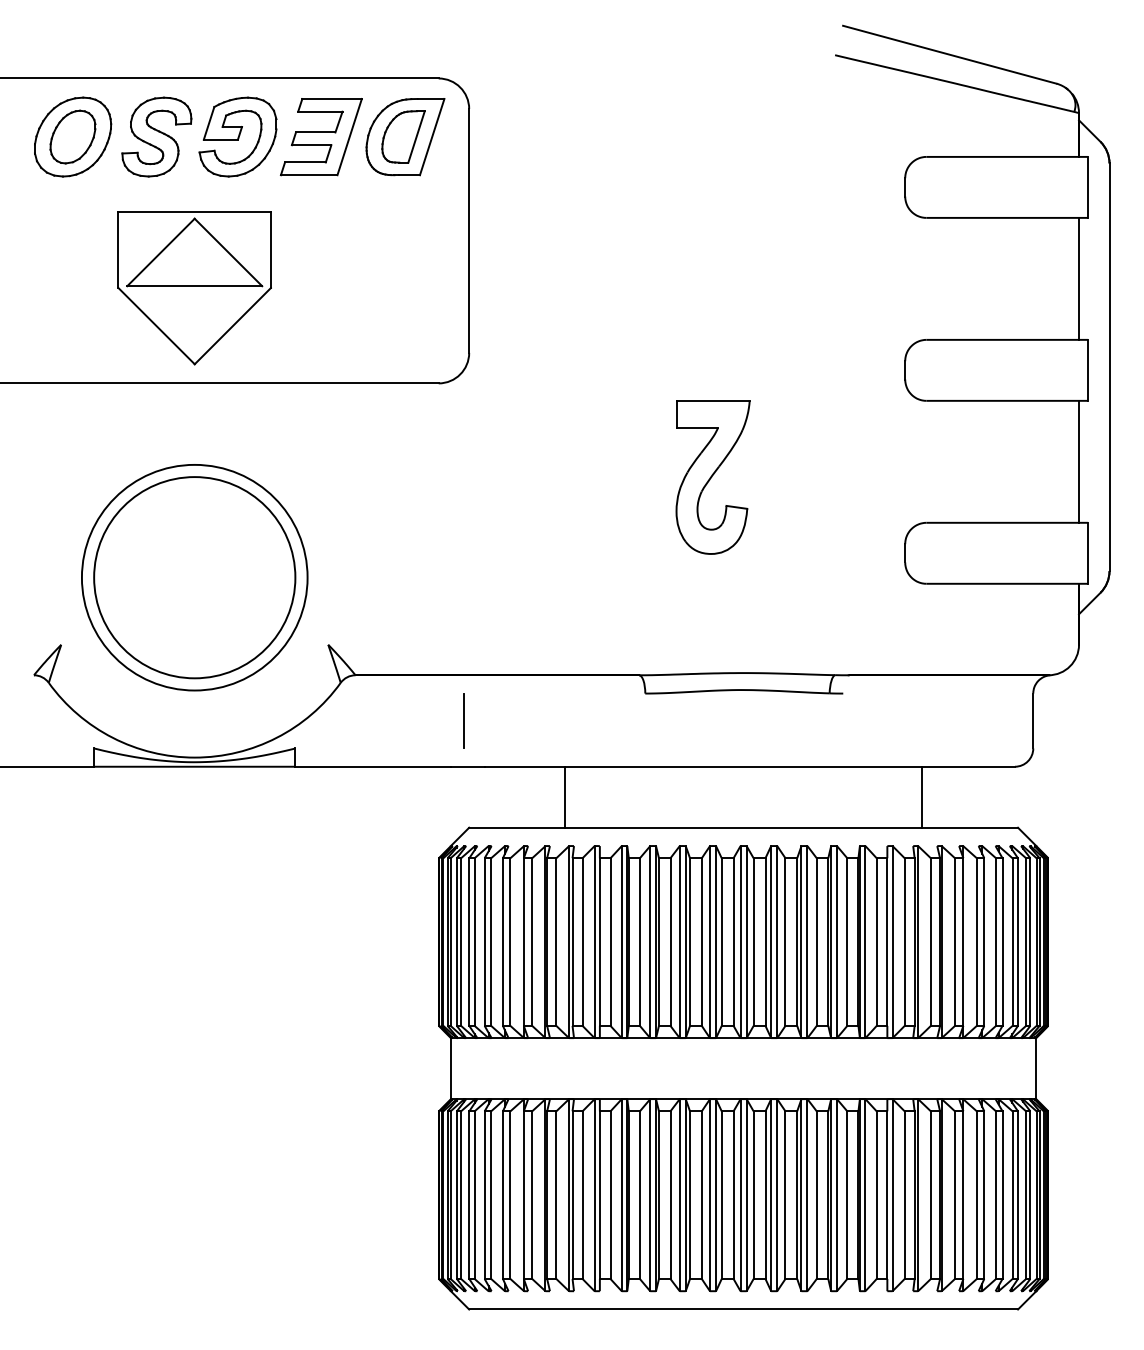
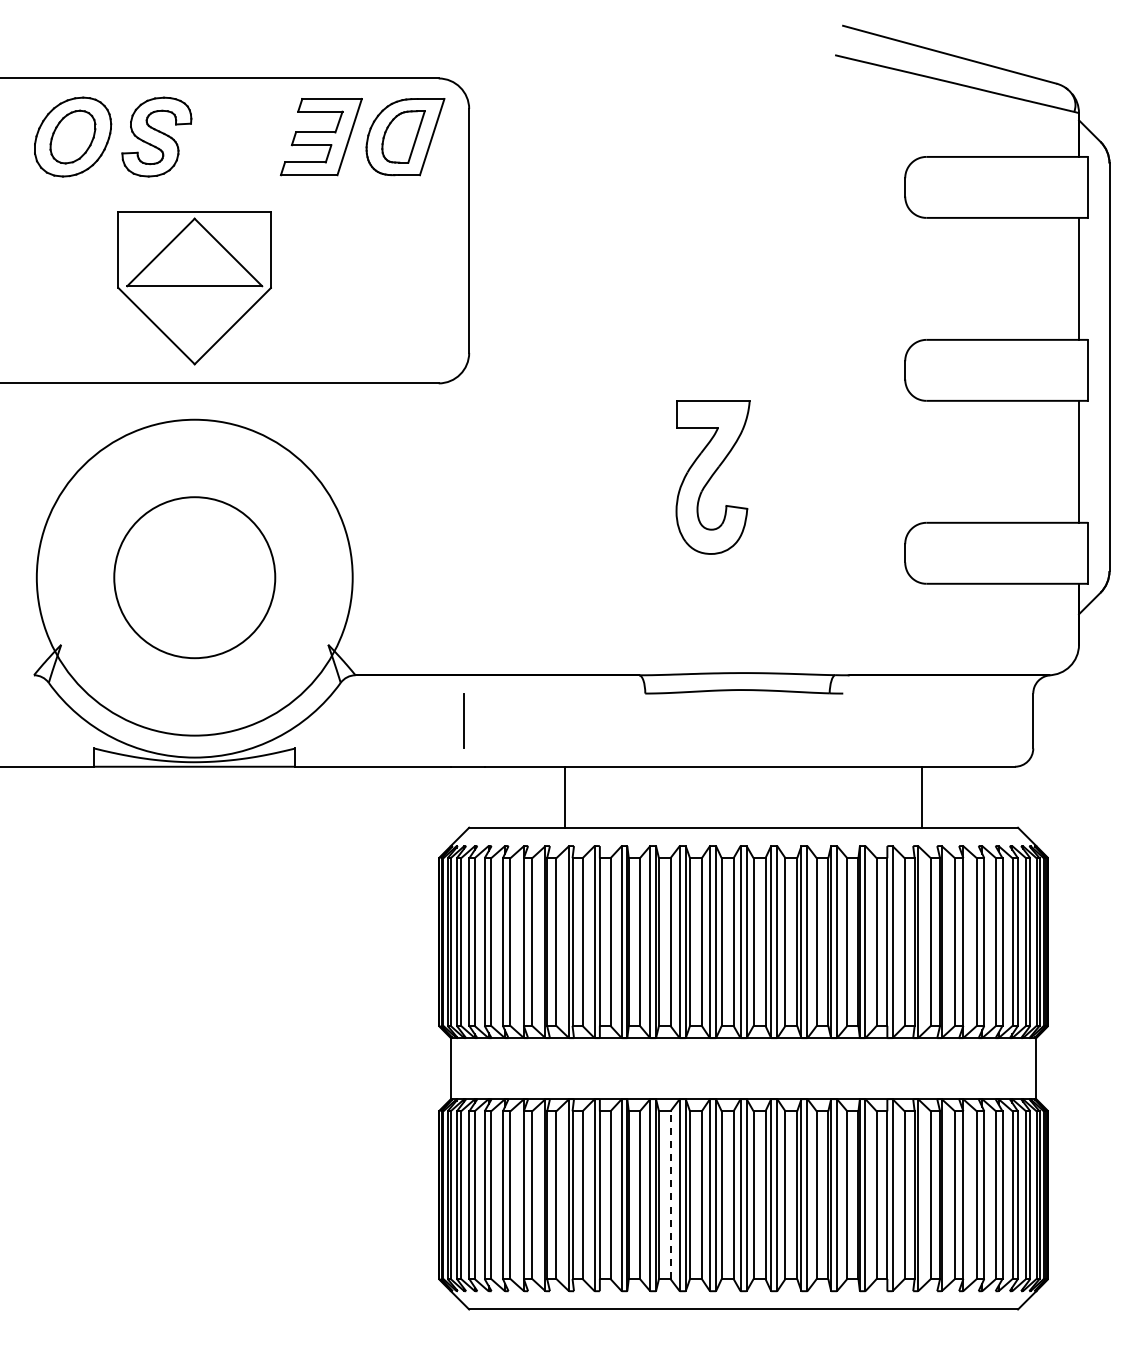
part at (237, 136): present -> none
circle at (194, 577) diameter: 201 px -> 161 px
circle at (194, 577) diameter: 226 px -> 316 px
line at (670, 1195): solid -> dashed
